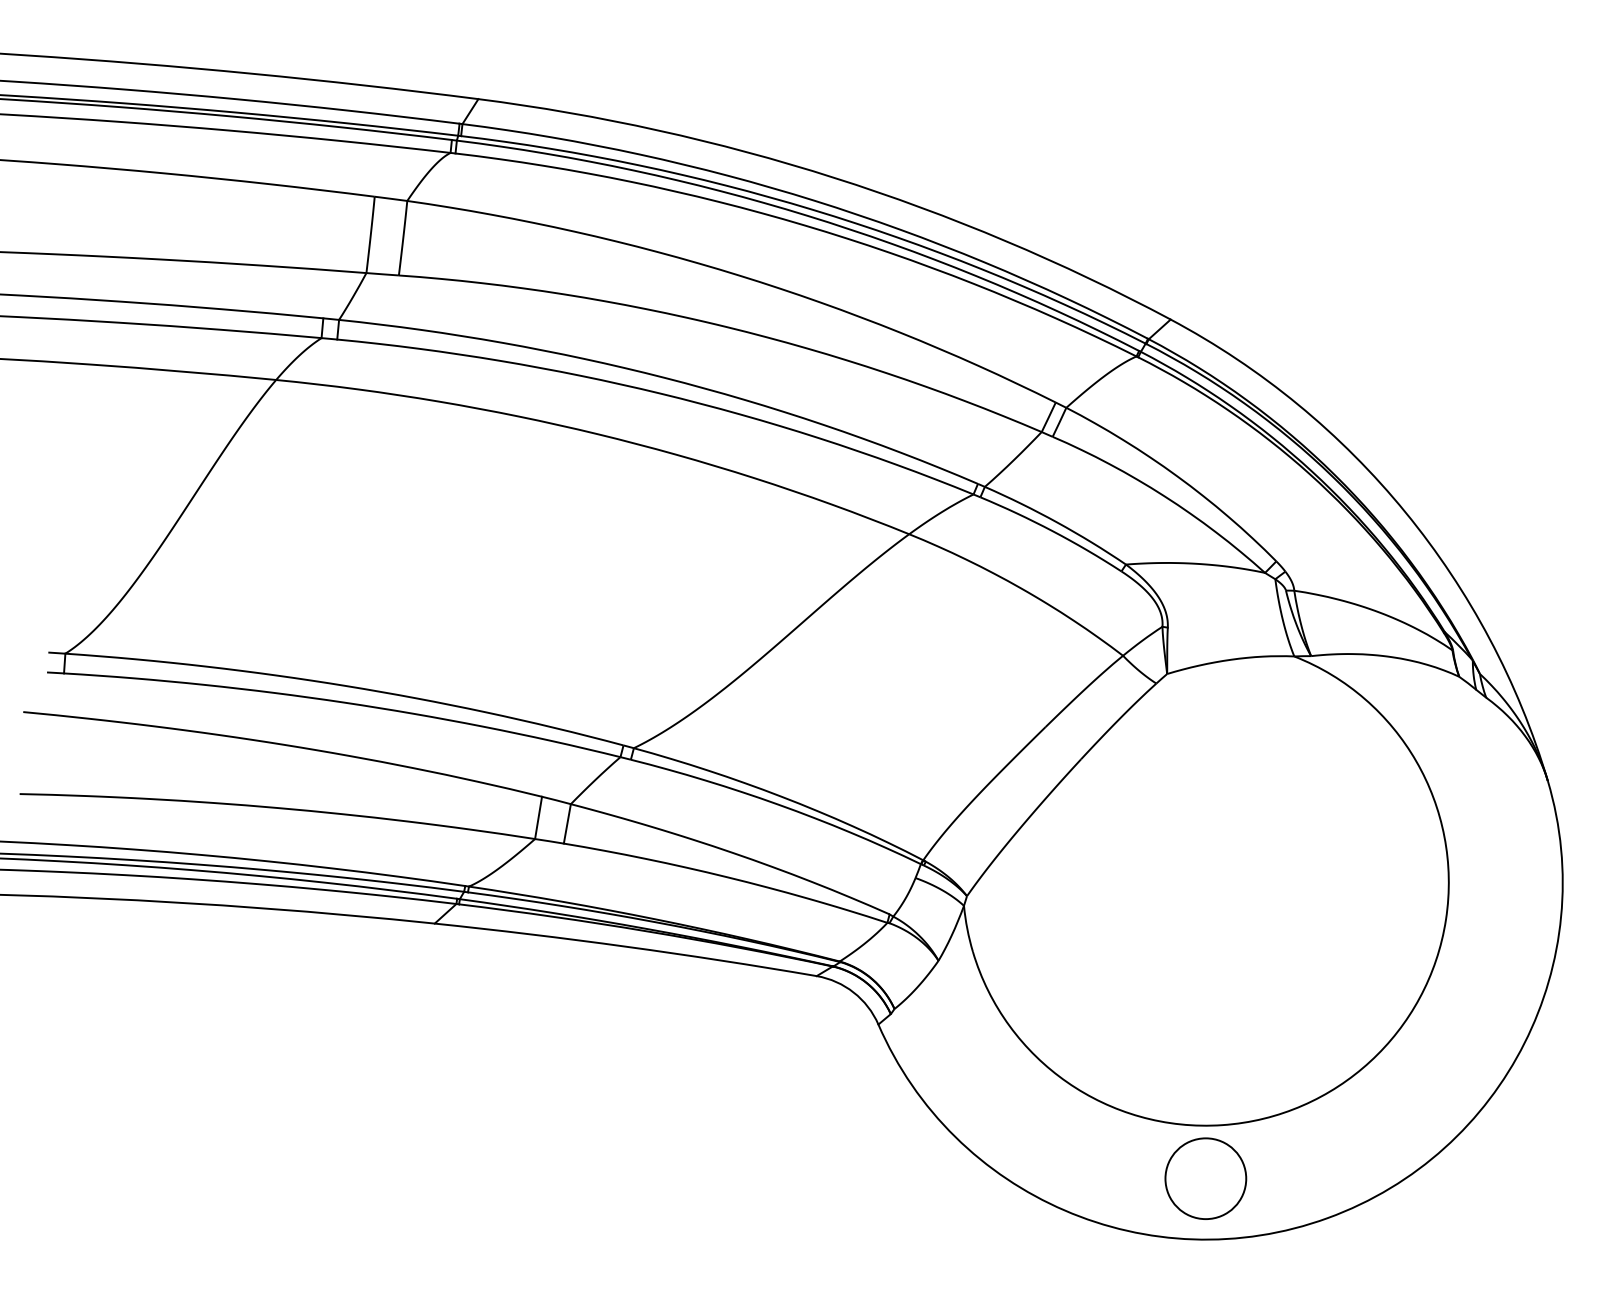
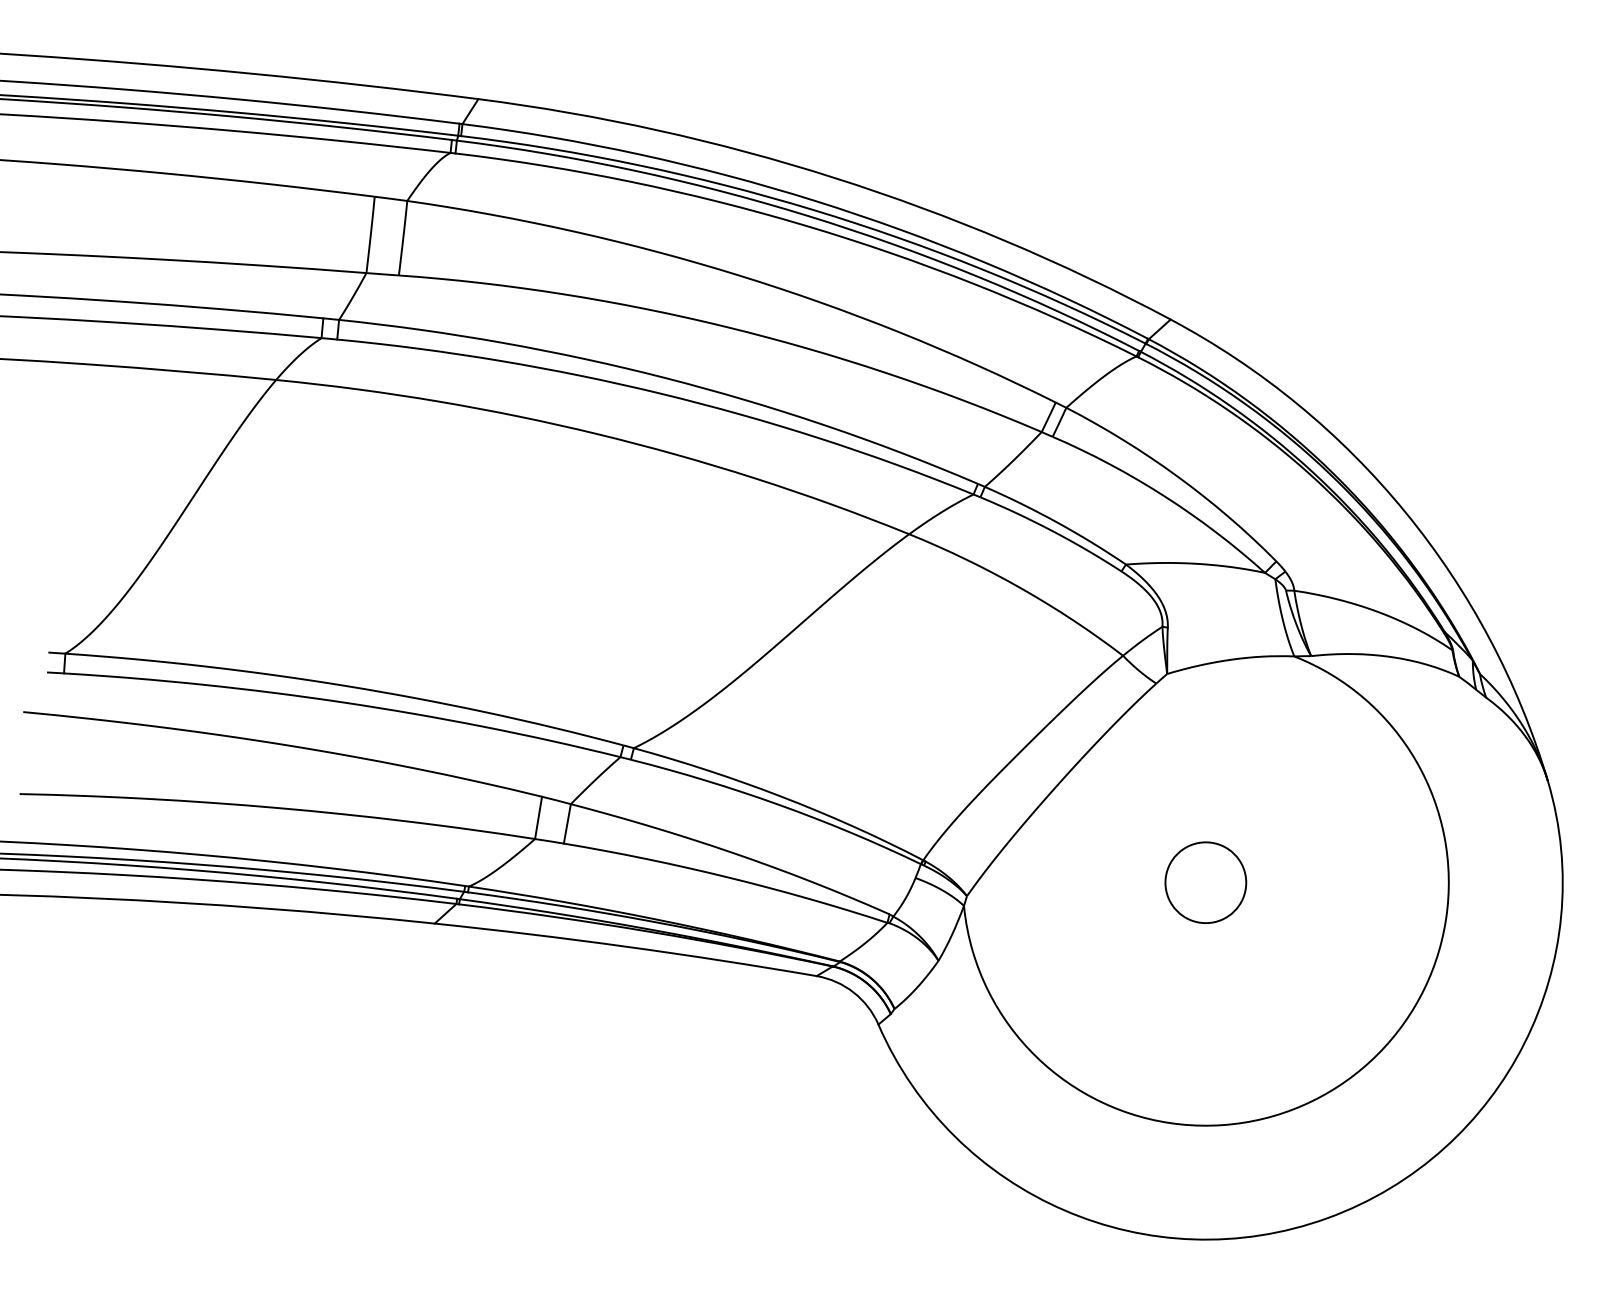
circle at (1205, 1178) position: (1205, 1178) -> (1205, 882)
